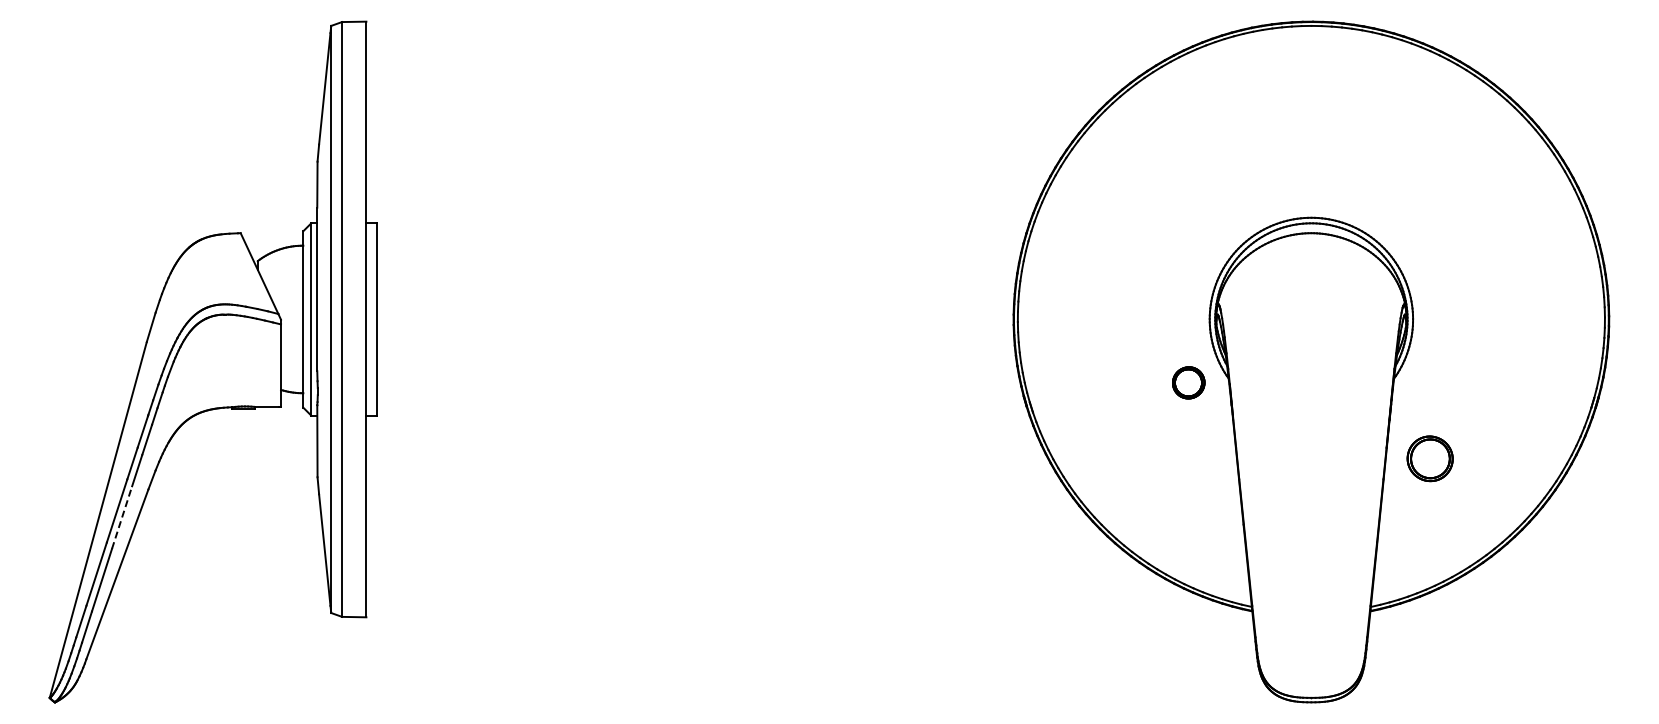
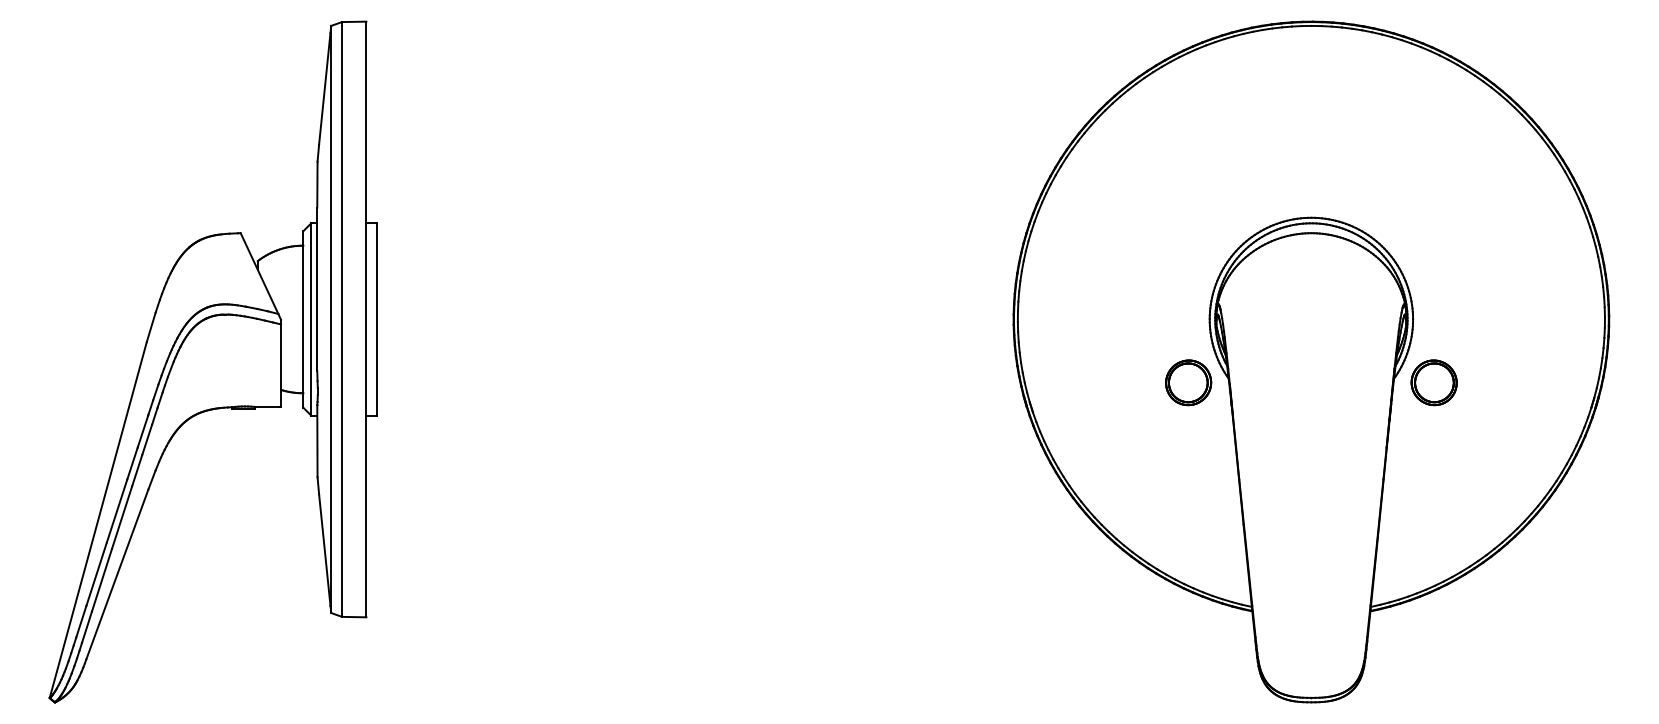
part at (1188, 382) size: 34x34 px -> 48x48 px
part at (1429, 458) position: (1429, 458) -> (1433, 382)
line at (122, 517): dashed -> solid
